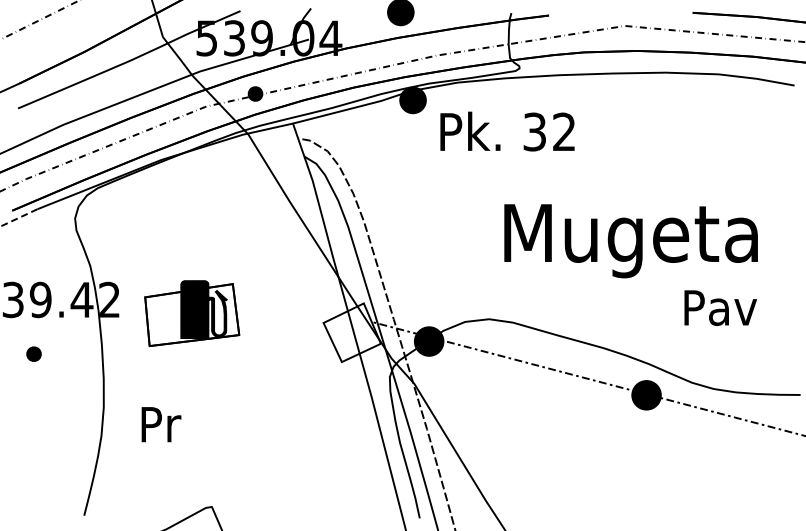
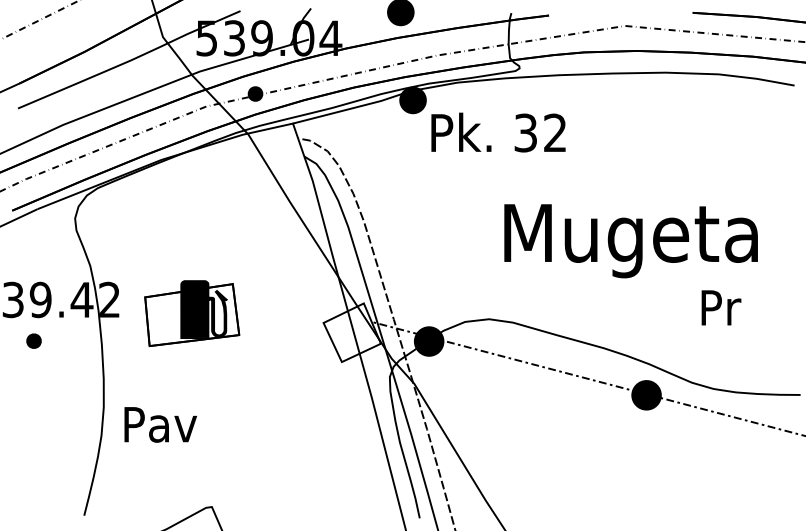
text at (507, 131) position: (507, 131) -> (498, 132)
line at (18, 218): dashed -> solid
text at (720, 307): Pav -> Pr
part at (33, 353) position: (33, 353) -> (33, 340)
text at (160, 424): Pr -> Pav
